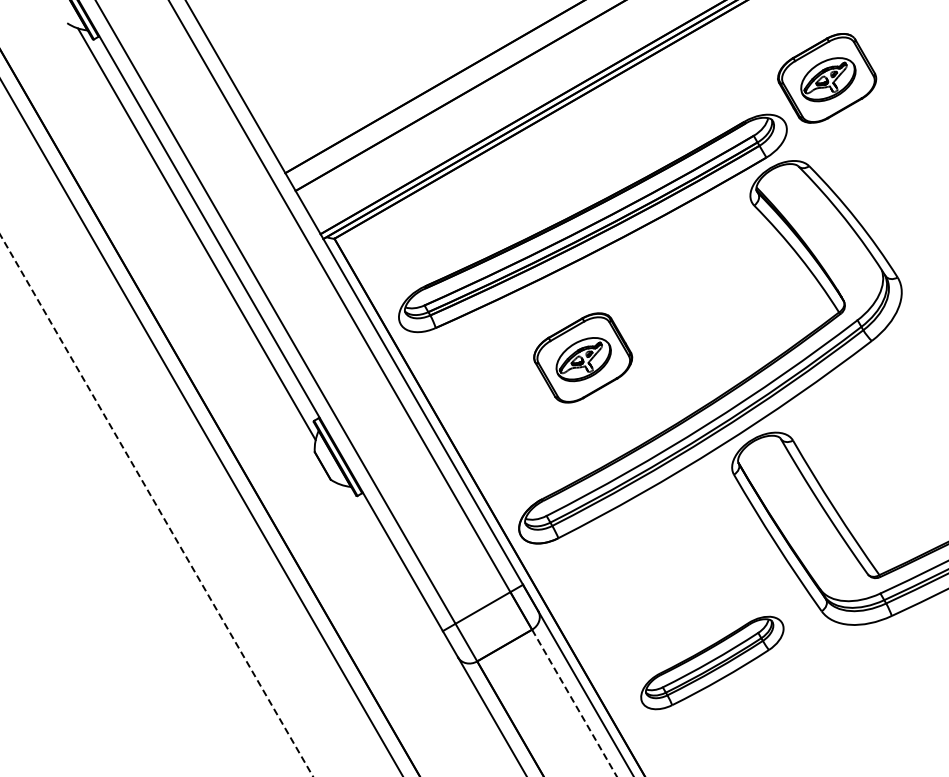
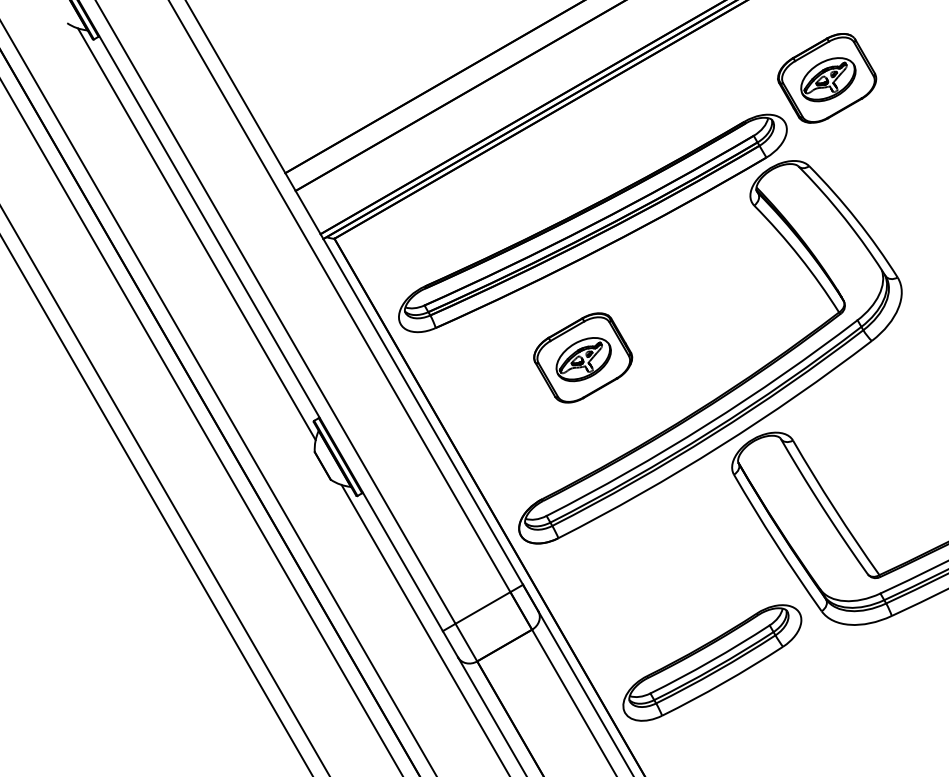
line at (218, 398): none -> present
line at (165, 491): none -> present
line at (156, 505): dashed -> solid
line at (424, 628): none -> present
part at (712, 662) size: 145x96 px -> 181x118 px
line at (574, 703): dashed -> solid
